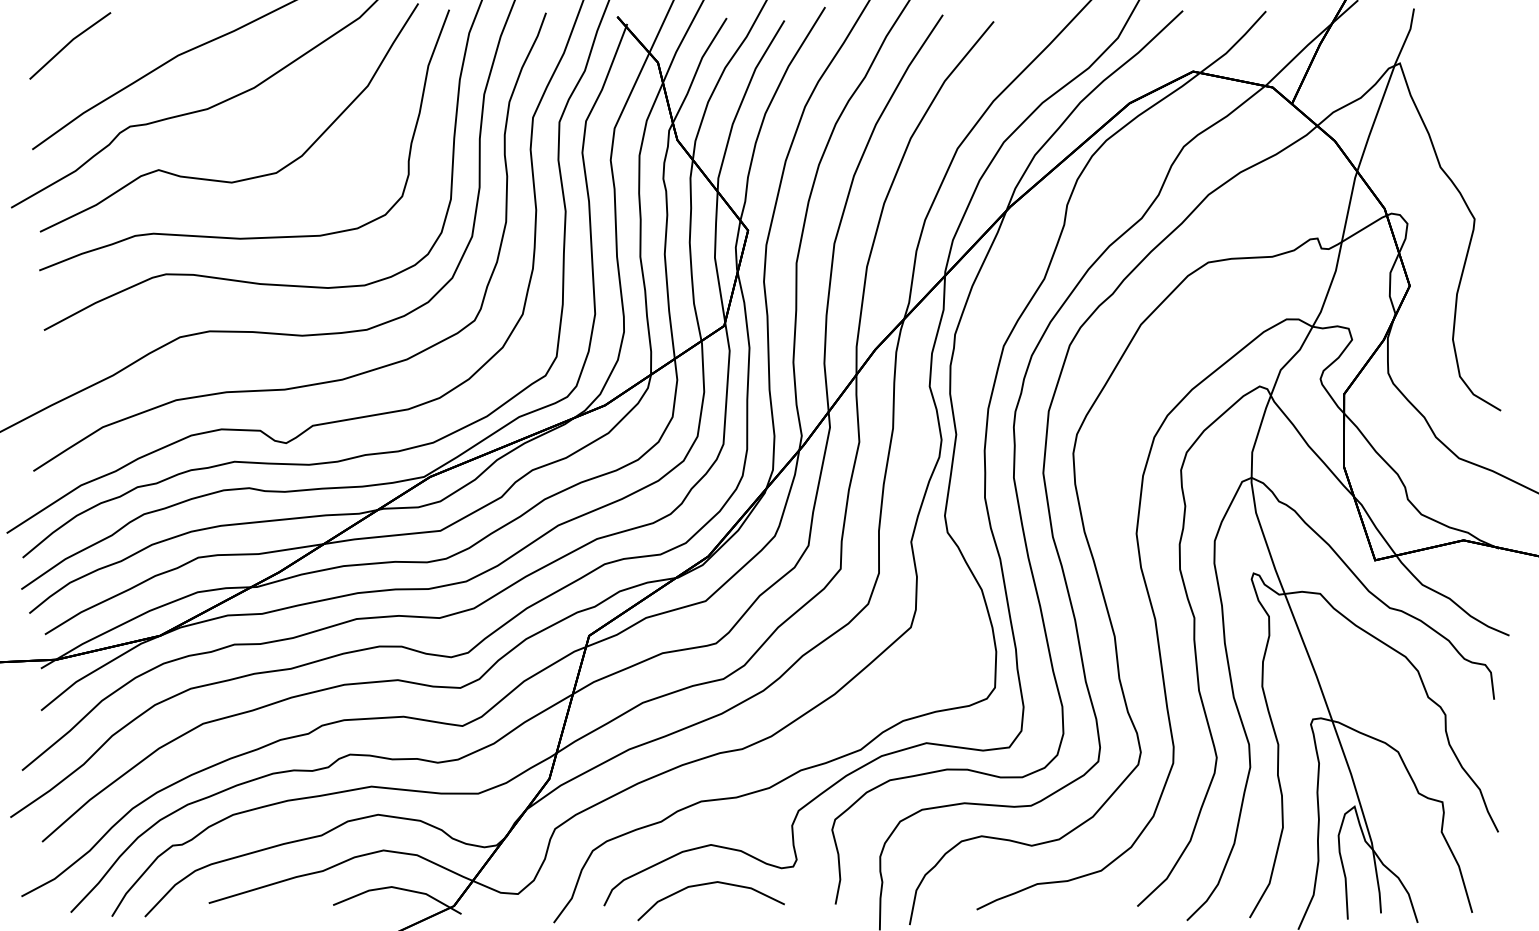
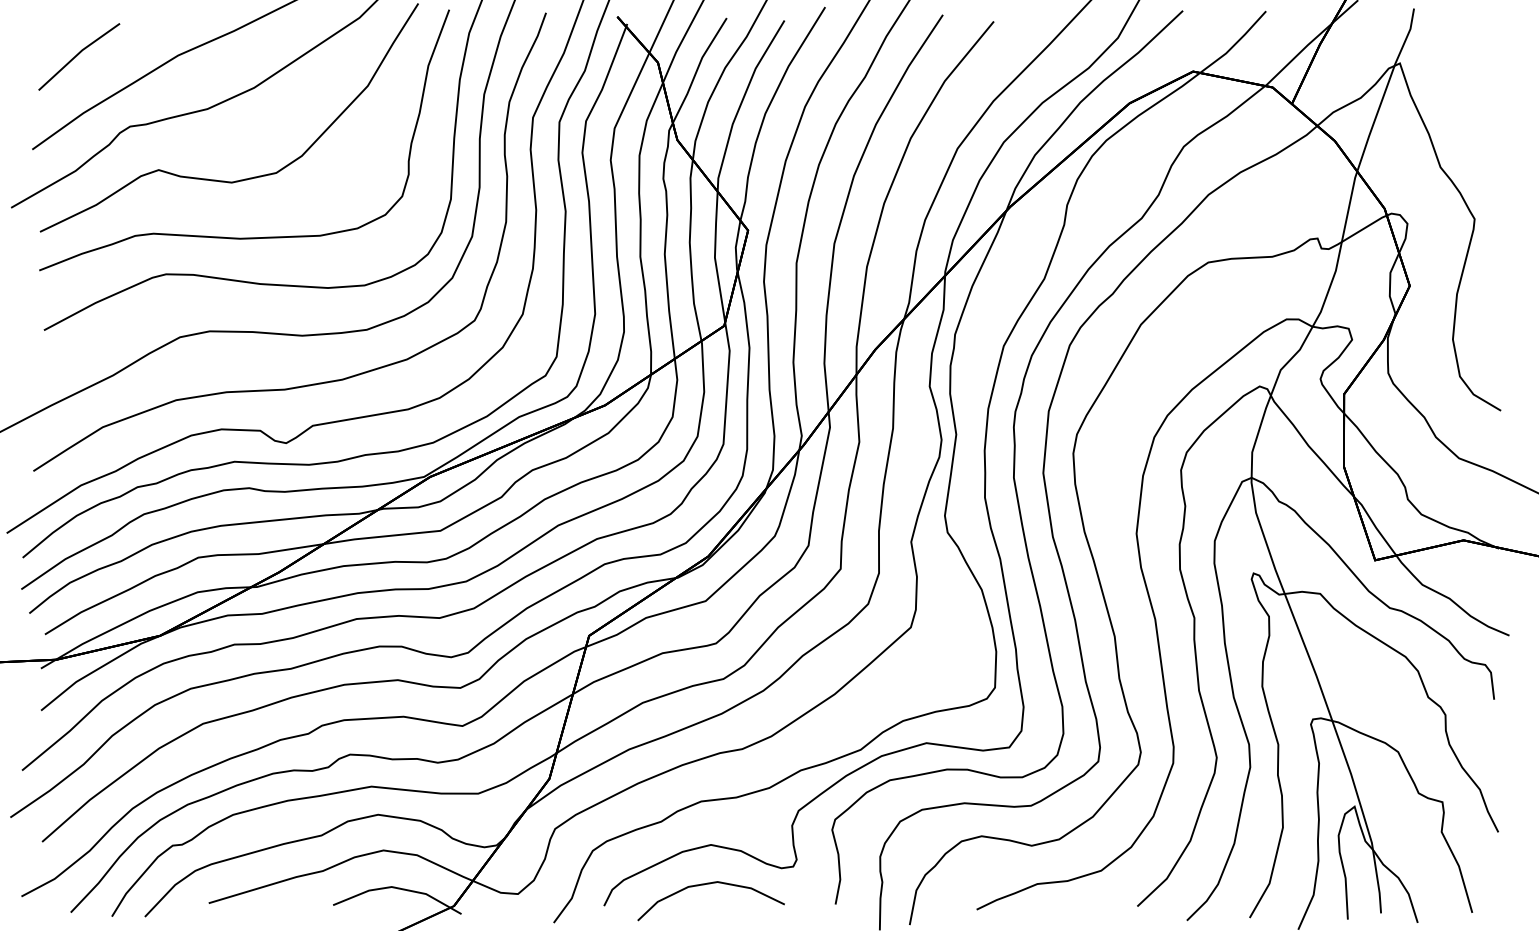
line at (69, 44) position: (69, 44) -> (78, 55)
